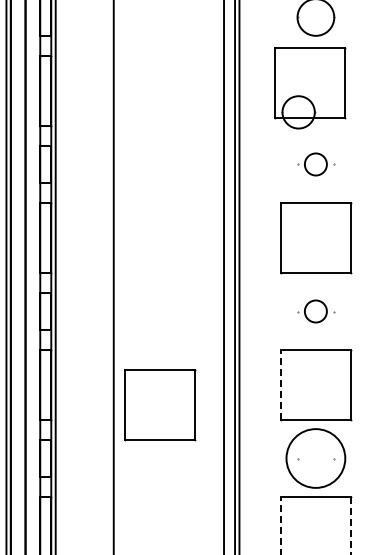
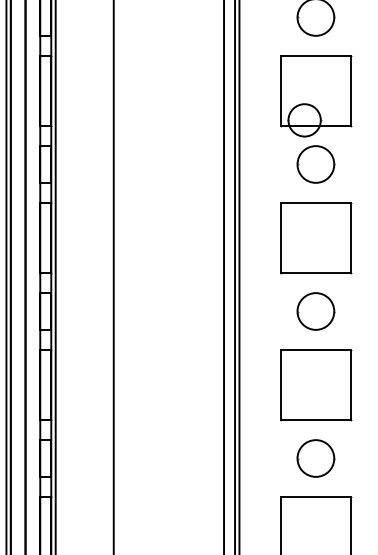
part at (310, 88) position: (310, 88) -> (316, 96)
circle at (315, 164) diameter: 22 px -> 37 px
circle at (315, 311) diameter: 22 px -> 37 px
line at (280, 385): dashed -> solid
part at (160, 405): present -> none
circle at (315, 458) diameter: 59 px -> 37 px
line at (280, 526): dashed -> solid
line at (350, 526): dashed -> solid
